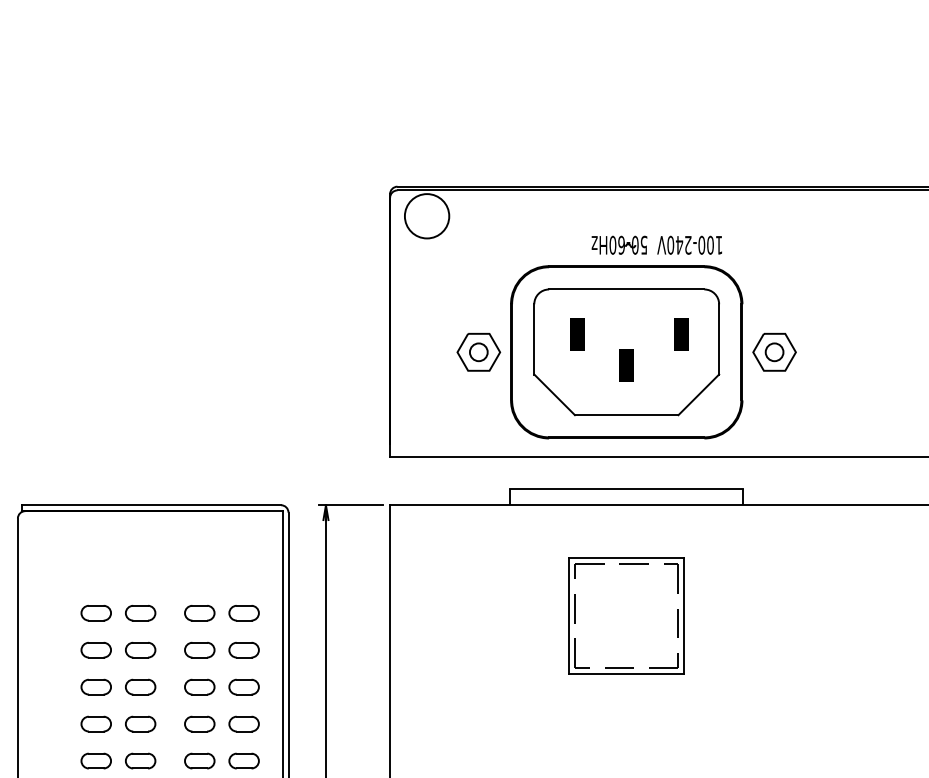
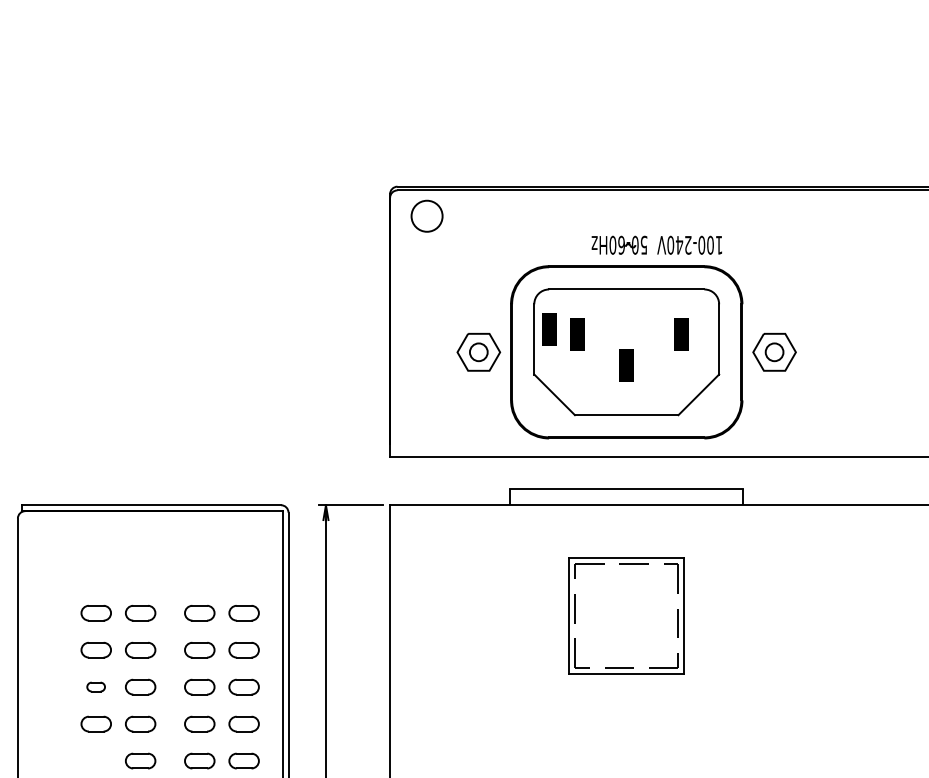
circle at (426, 216) diameter: 44 px -> 31 px
line at (549, 329): none -> present
part at (95, 686) size: 32x18 px -> 20x12 px
part at (95, 760): present -> none
